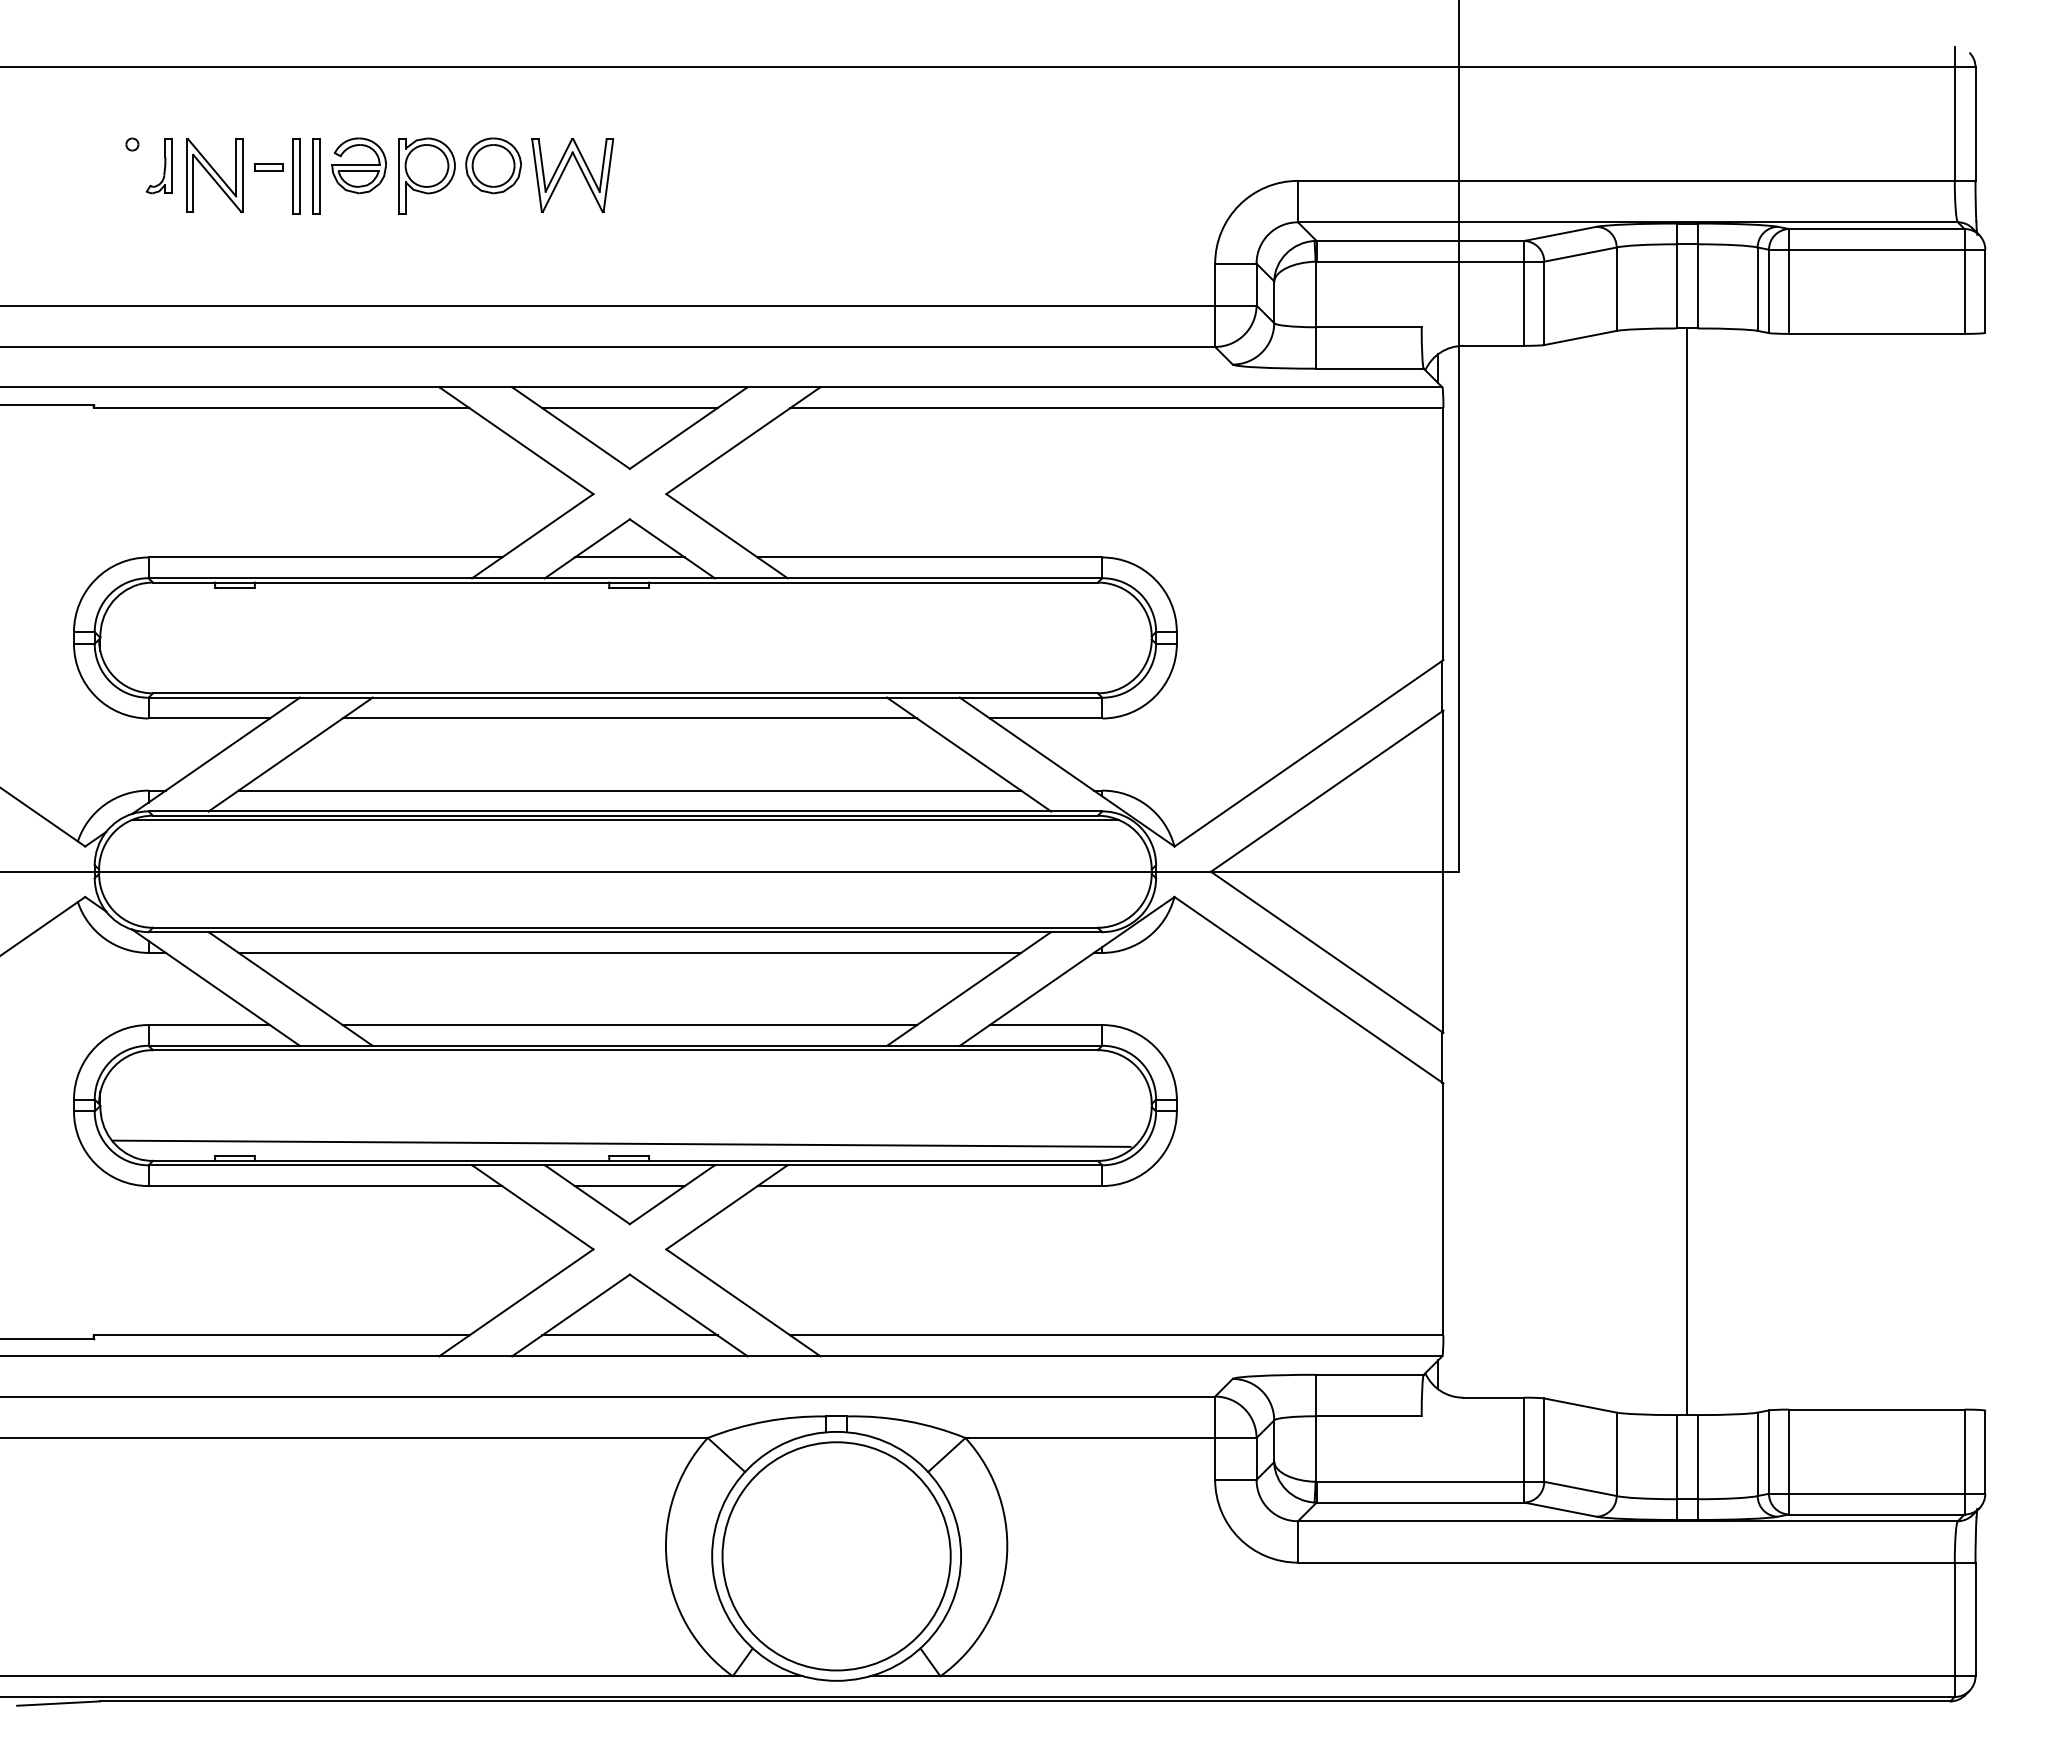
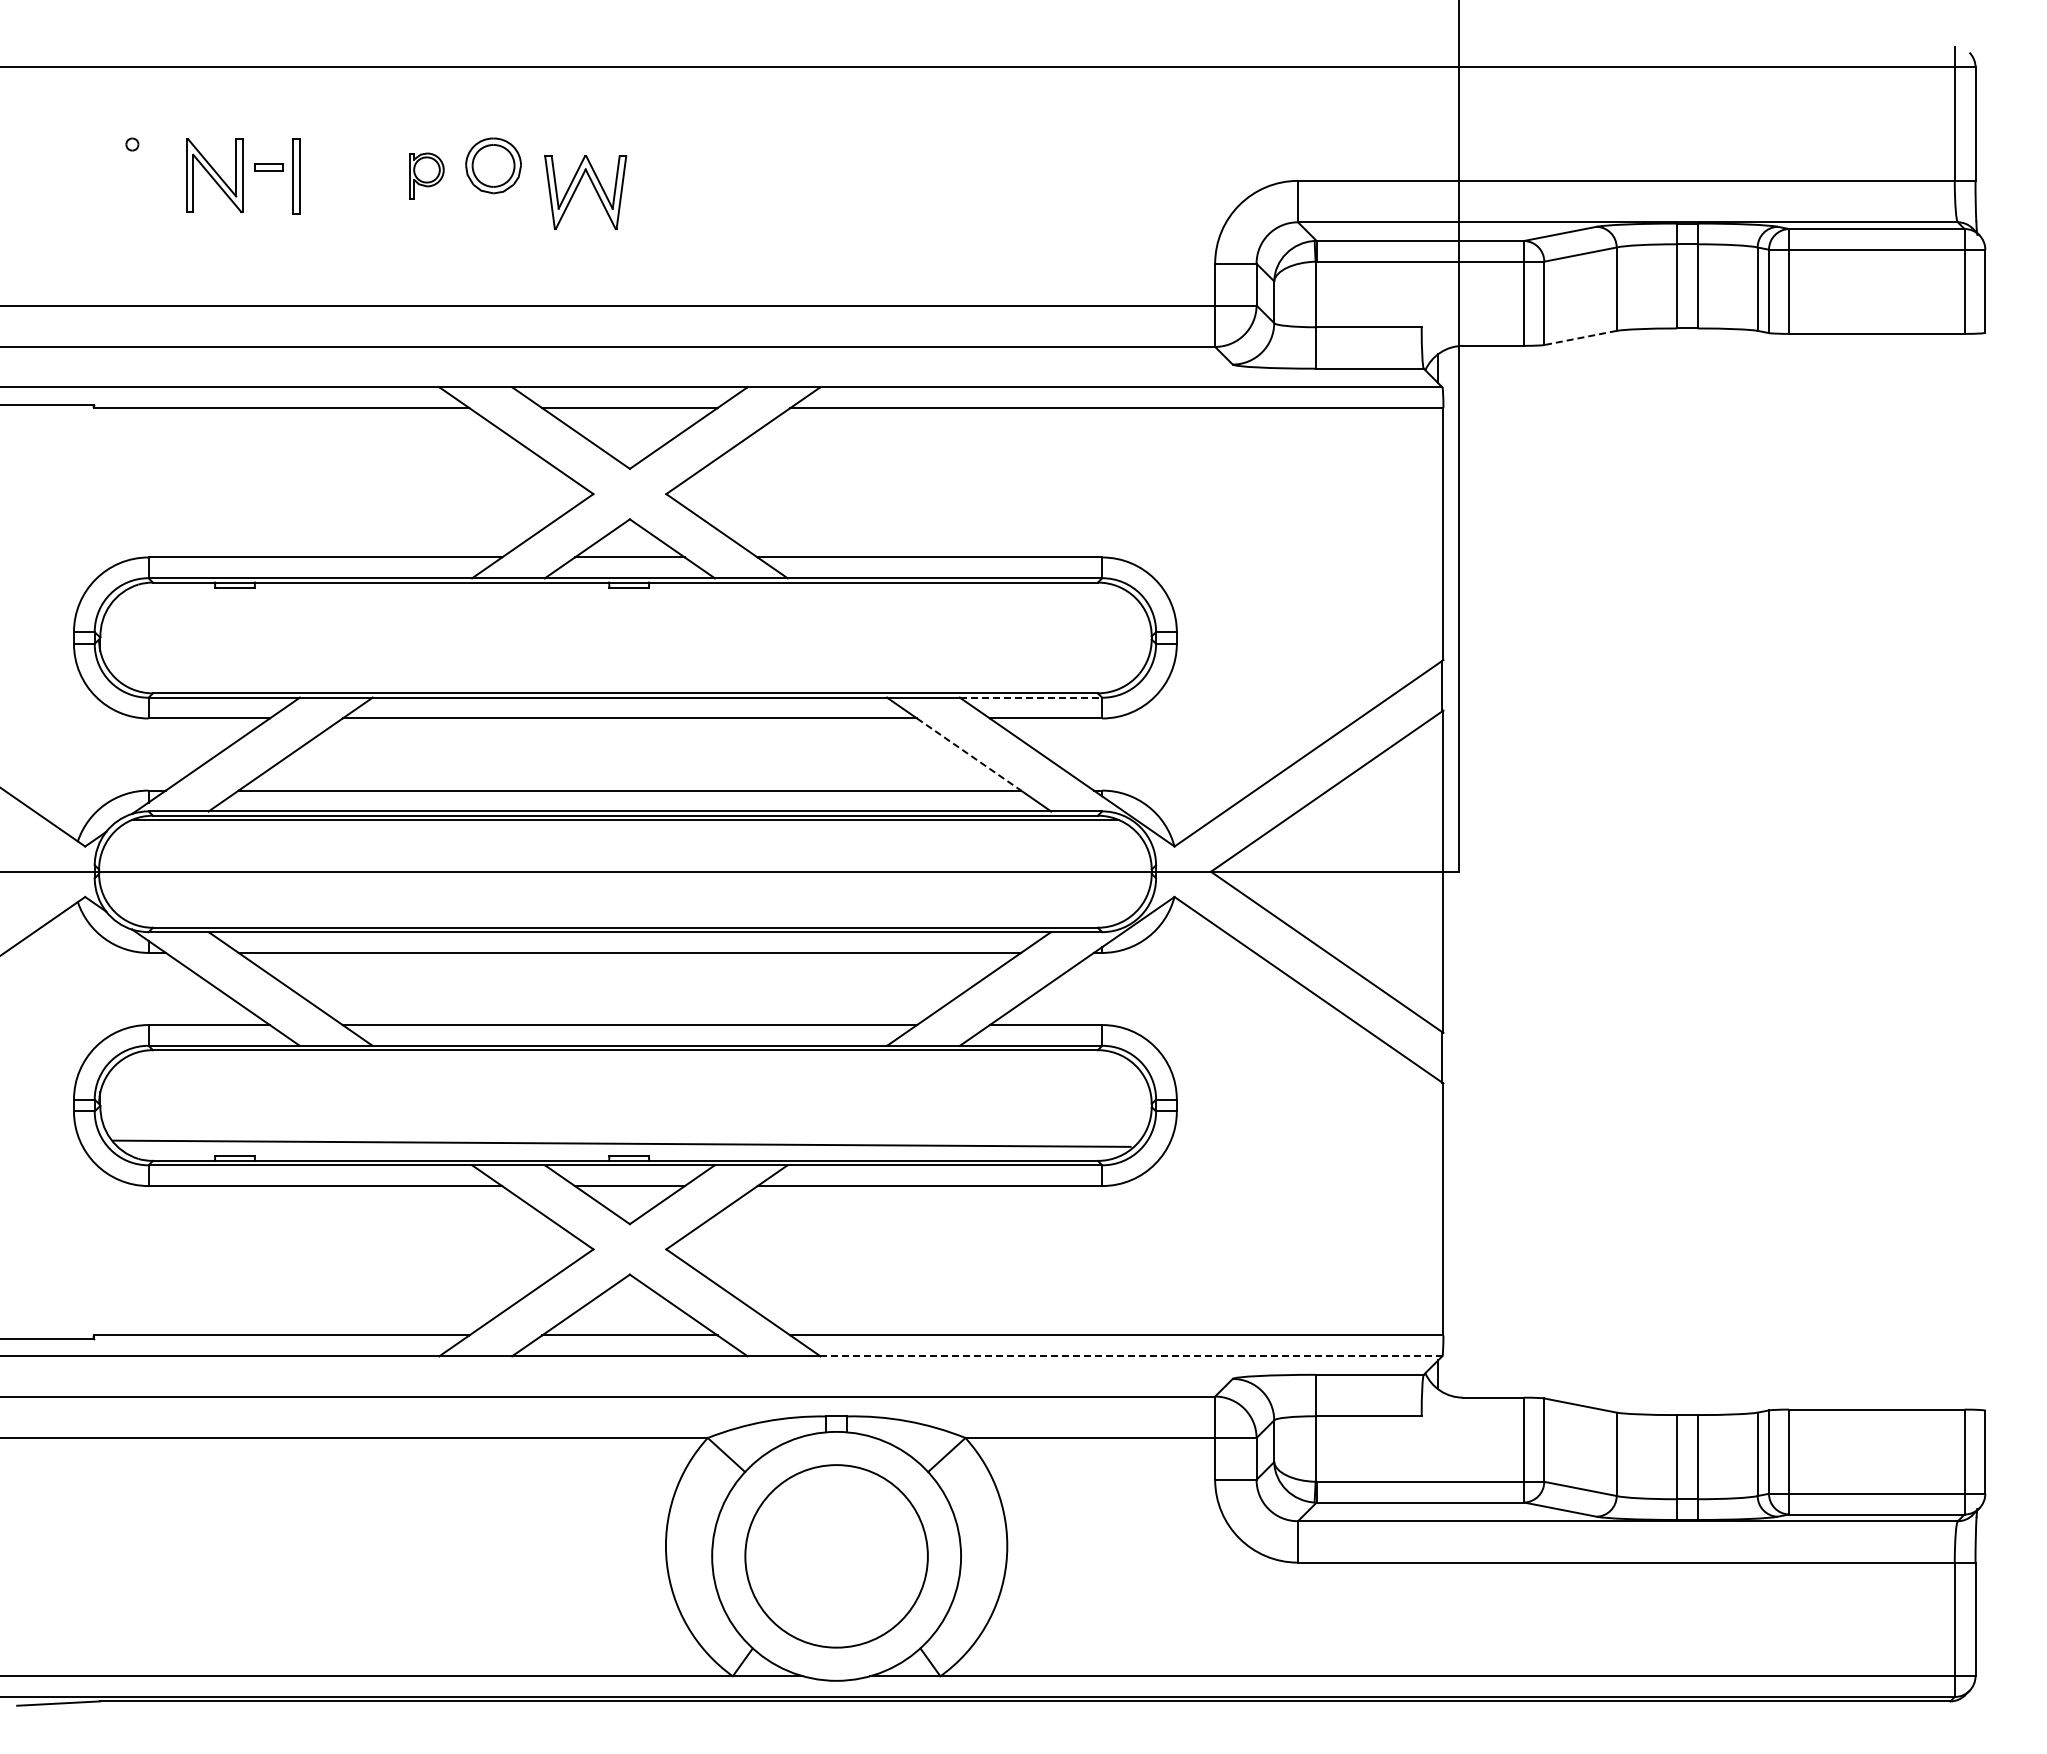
part at (358, 165): present -> none
part at (158, 166): present -> none
part at (564, 171) position: (564, 171) -> (577, 188)
part at (426, 175) size: 58x78 px -> 36x48 px
part at (316, 176): present -> none
line at (1580, 337): solid -> dashed
line at (1031, 697): solid -> dashed
line at (969, 754): solid -> dashed
line at (1687, 871): present -> none
line at (1131, 1356): solid -> dashed
circle at (836, 1556) diameter: 228 px -> 183 px
